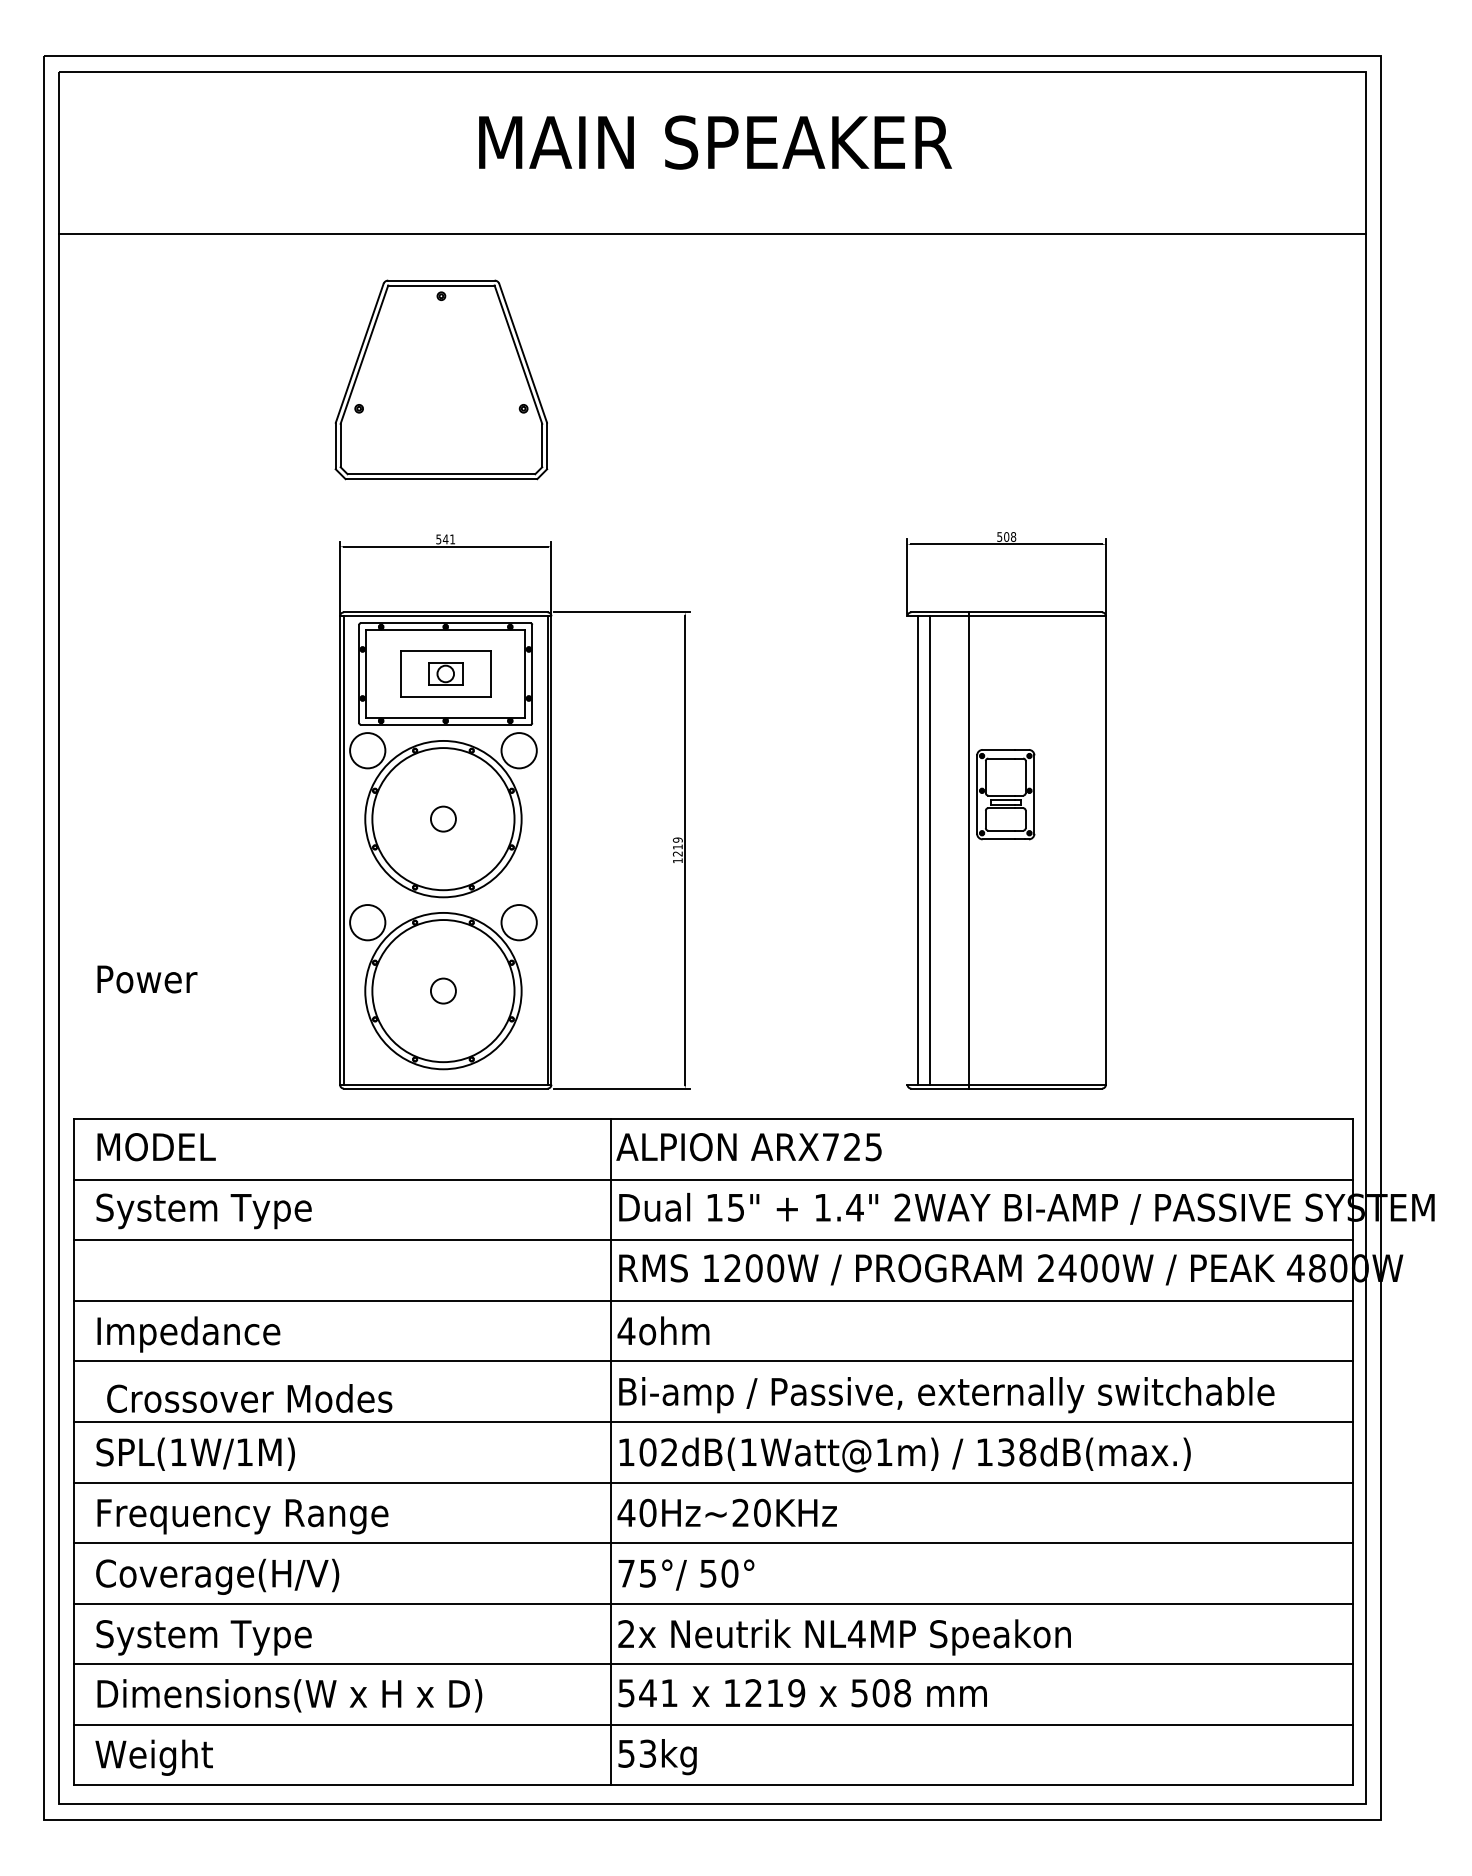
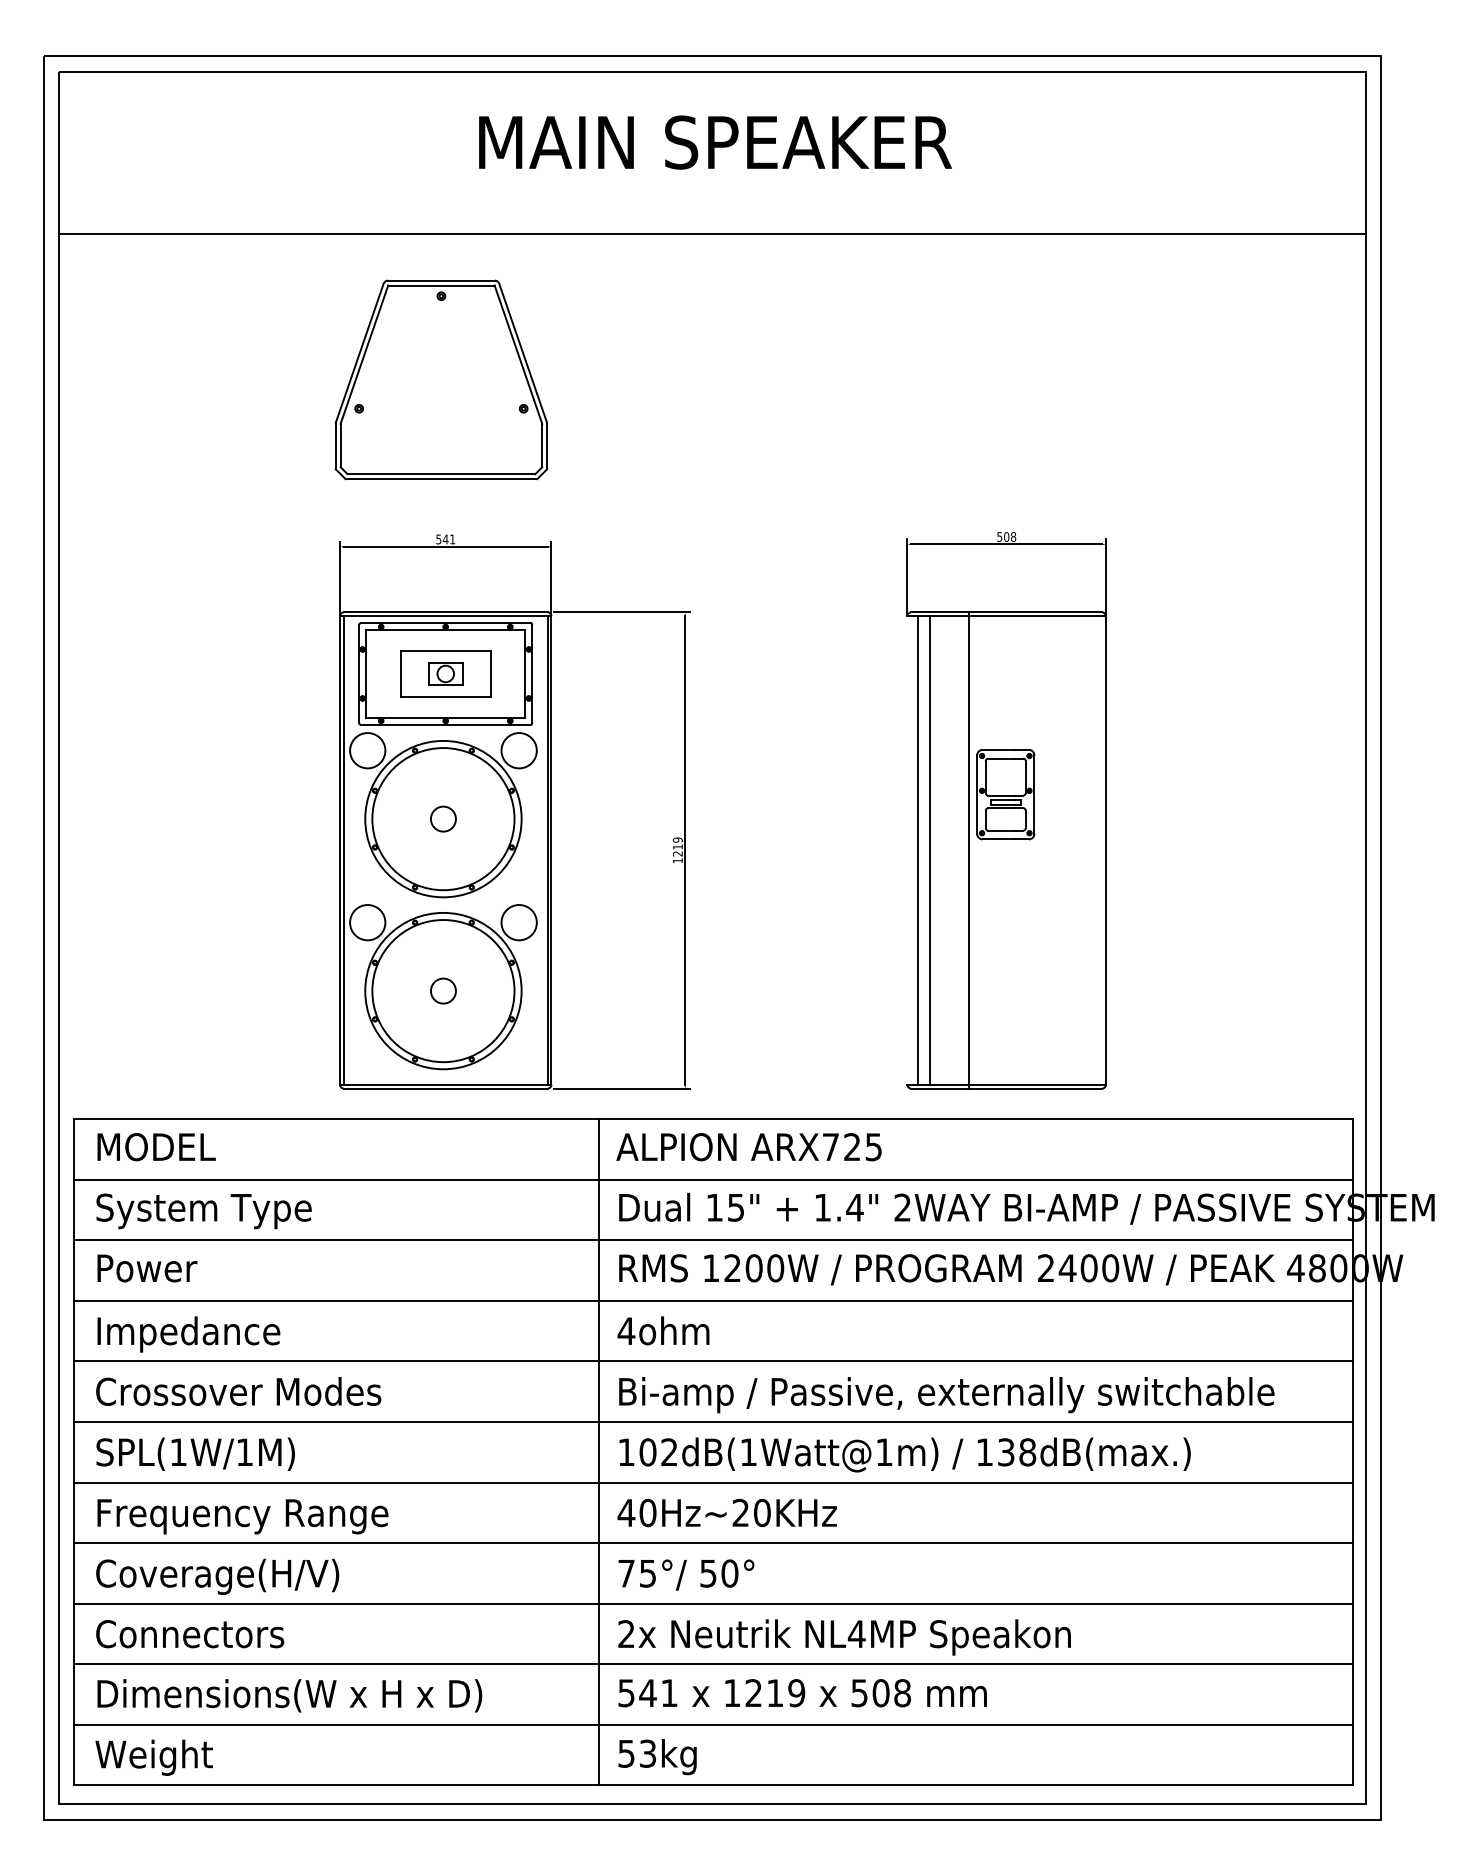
text at (147, 979) position: (147, 979) -> (147, 1268)
text at (249, 1398) position: (249, 1398) -> (238, 1391)
line at (611, 1451) position: (611, 1451) -> (599, 1451)
text at (203, 1637): System Type -> Connectors
